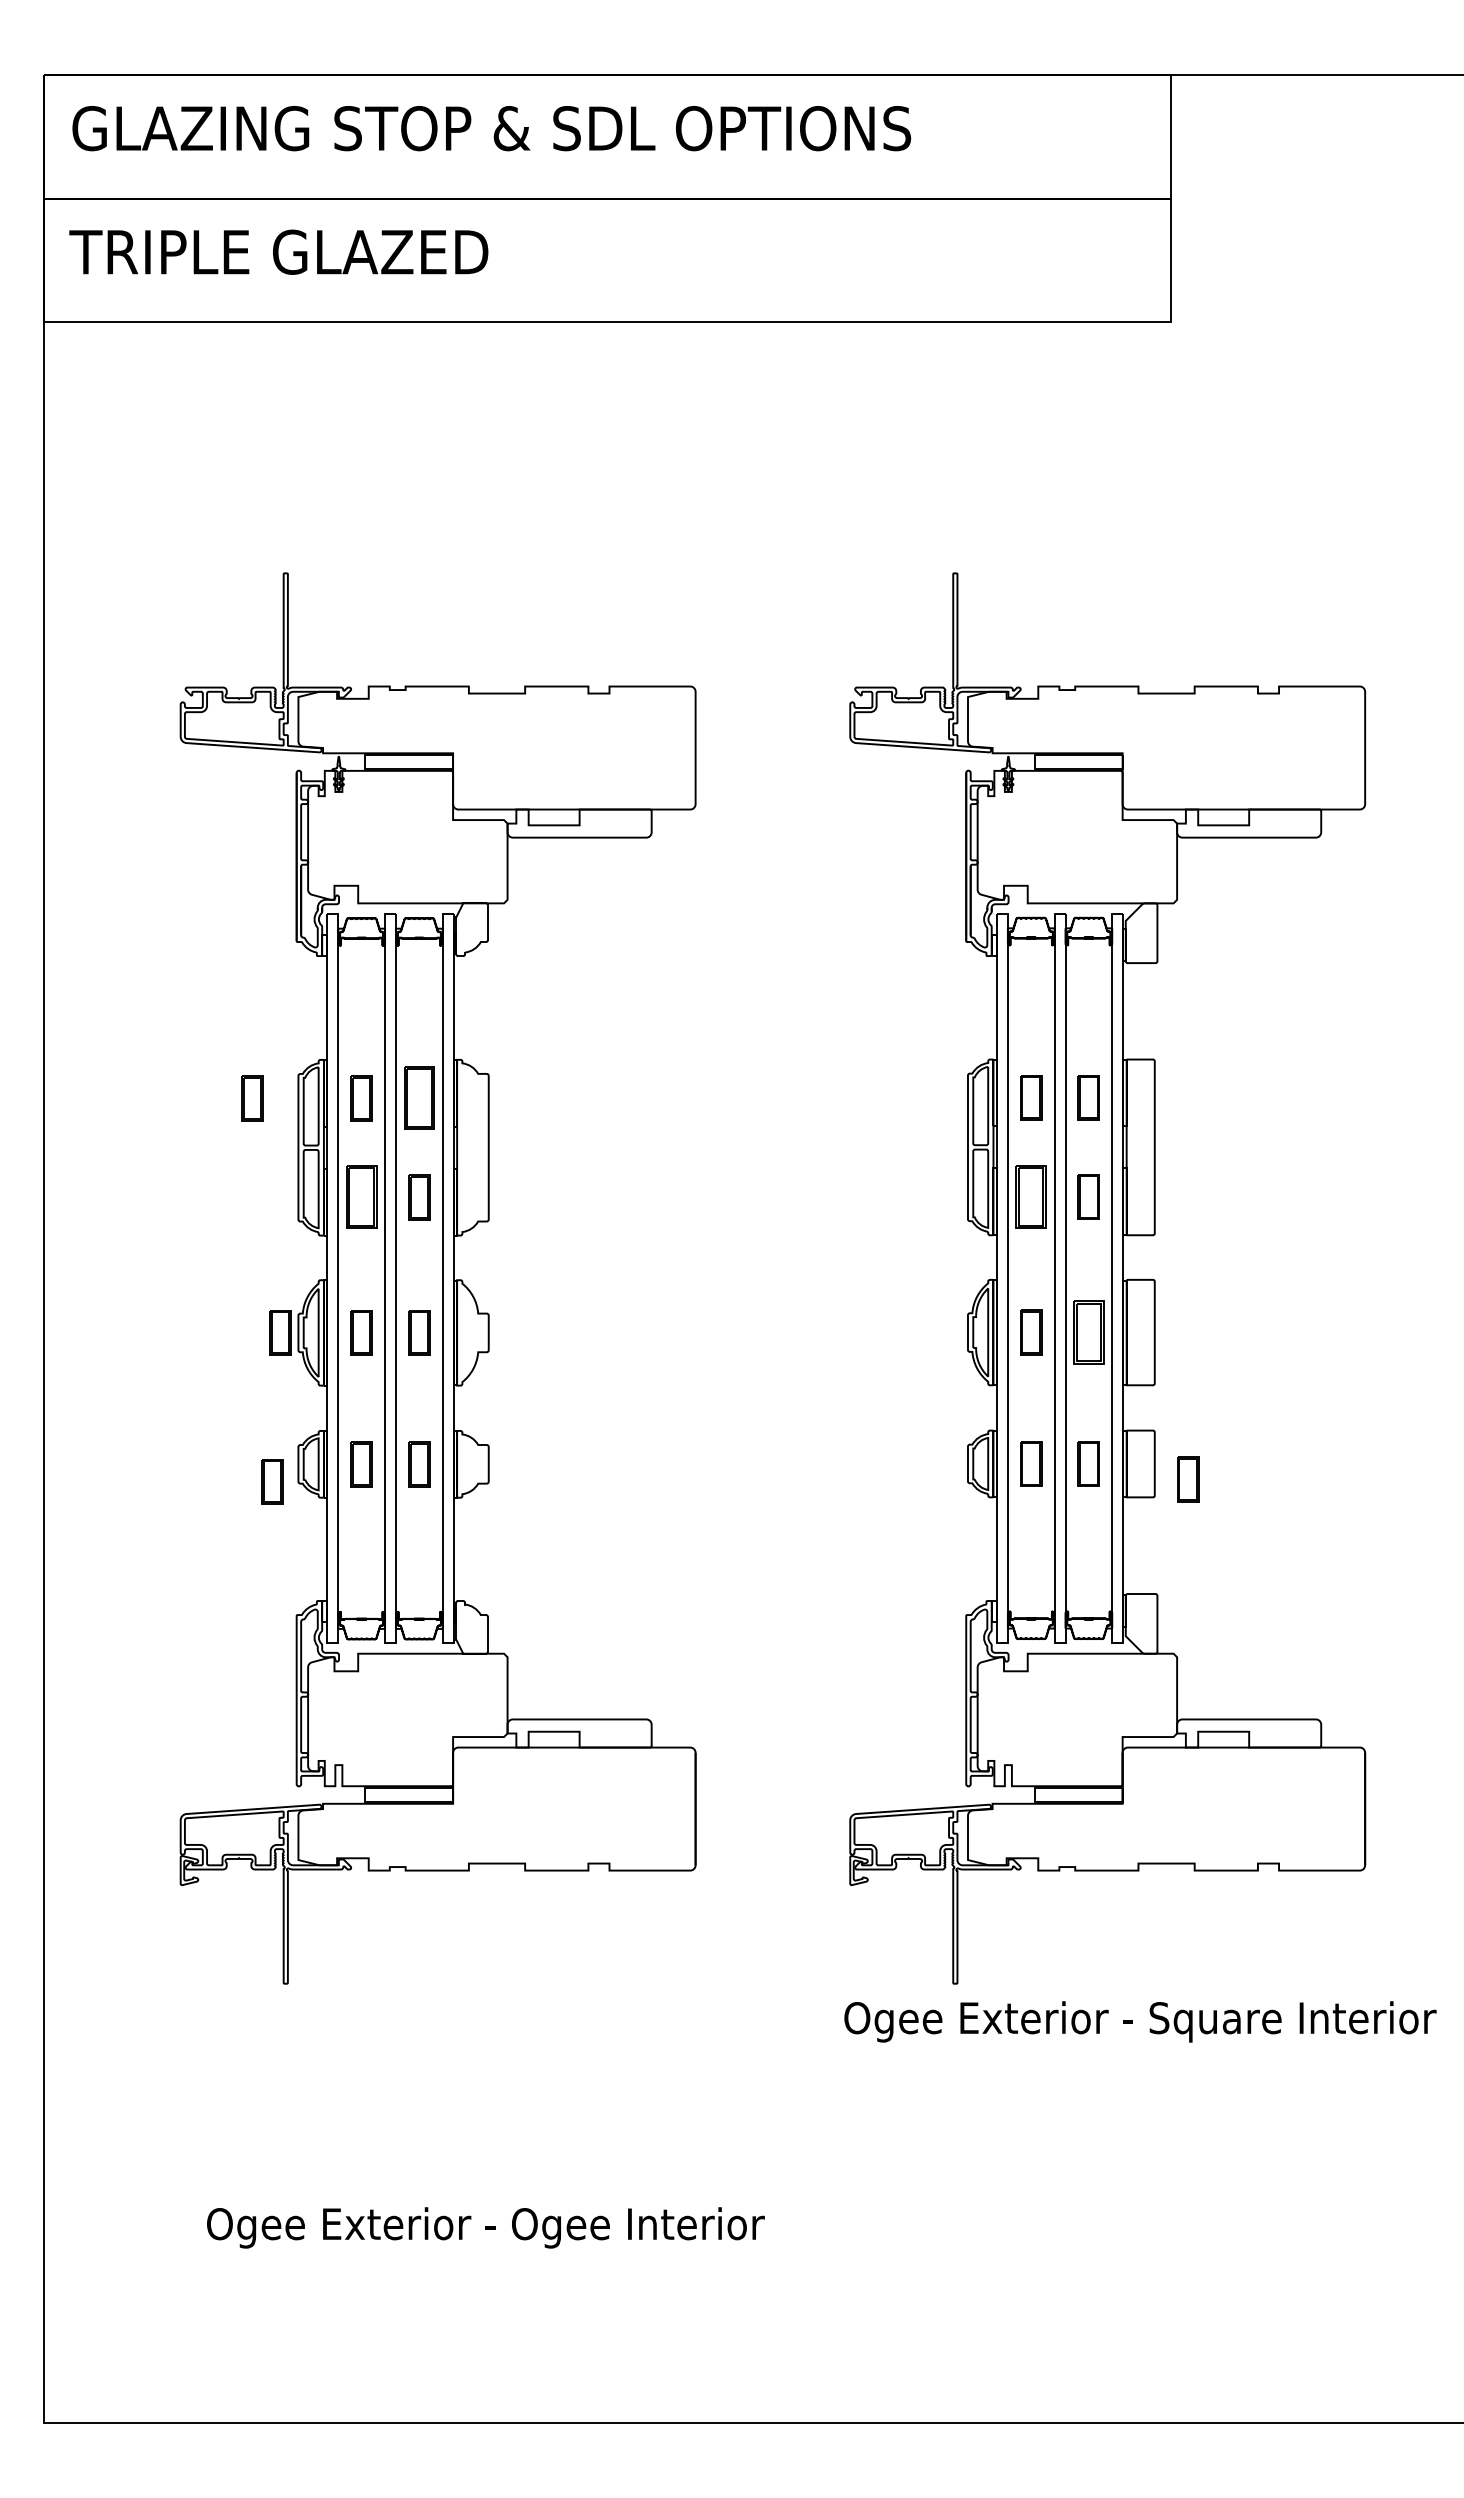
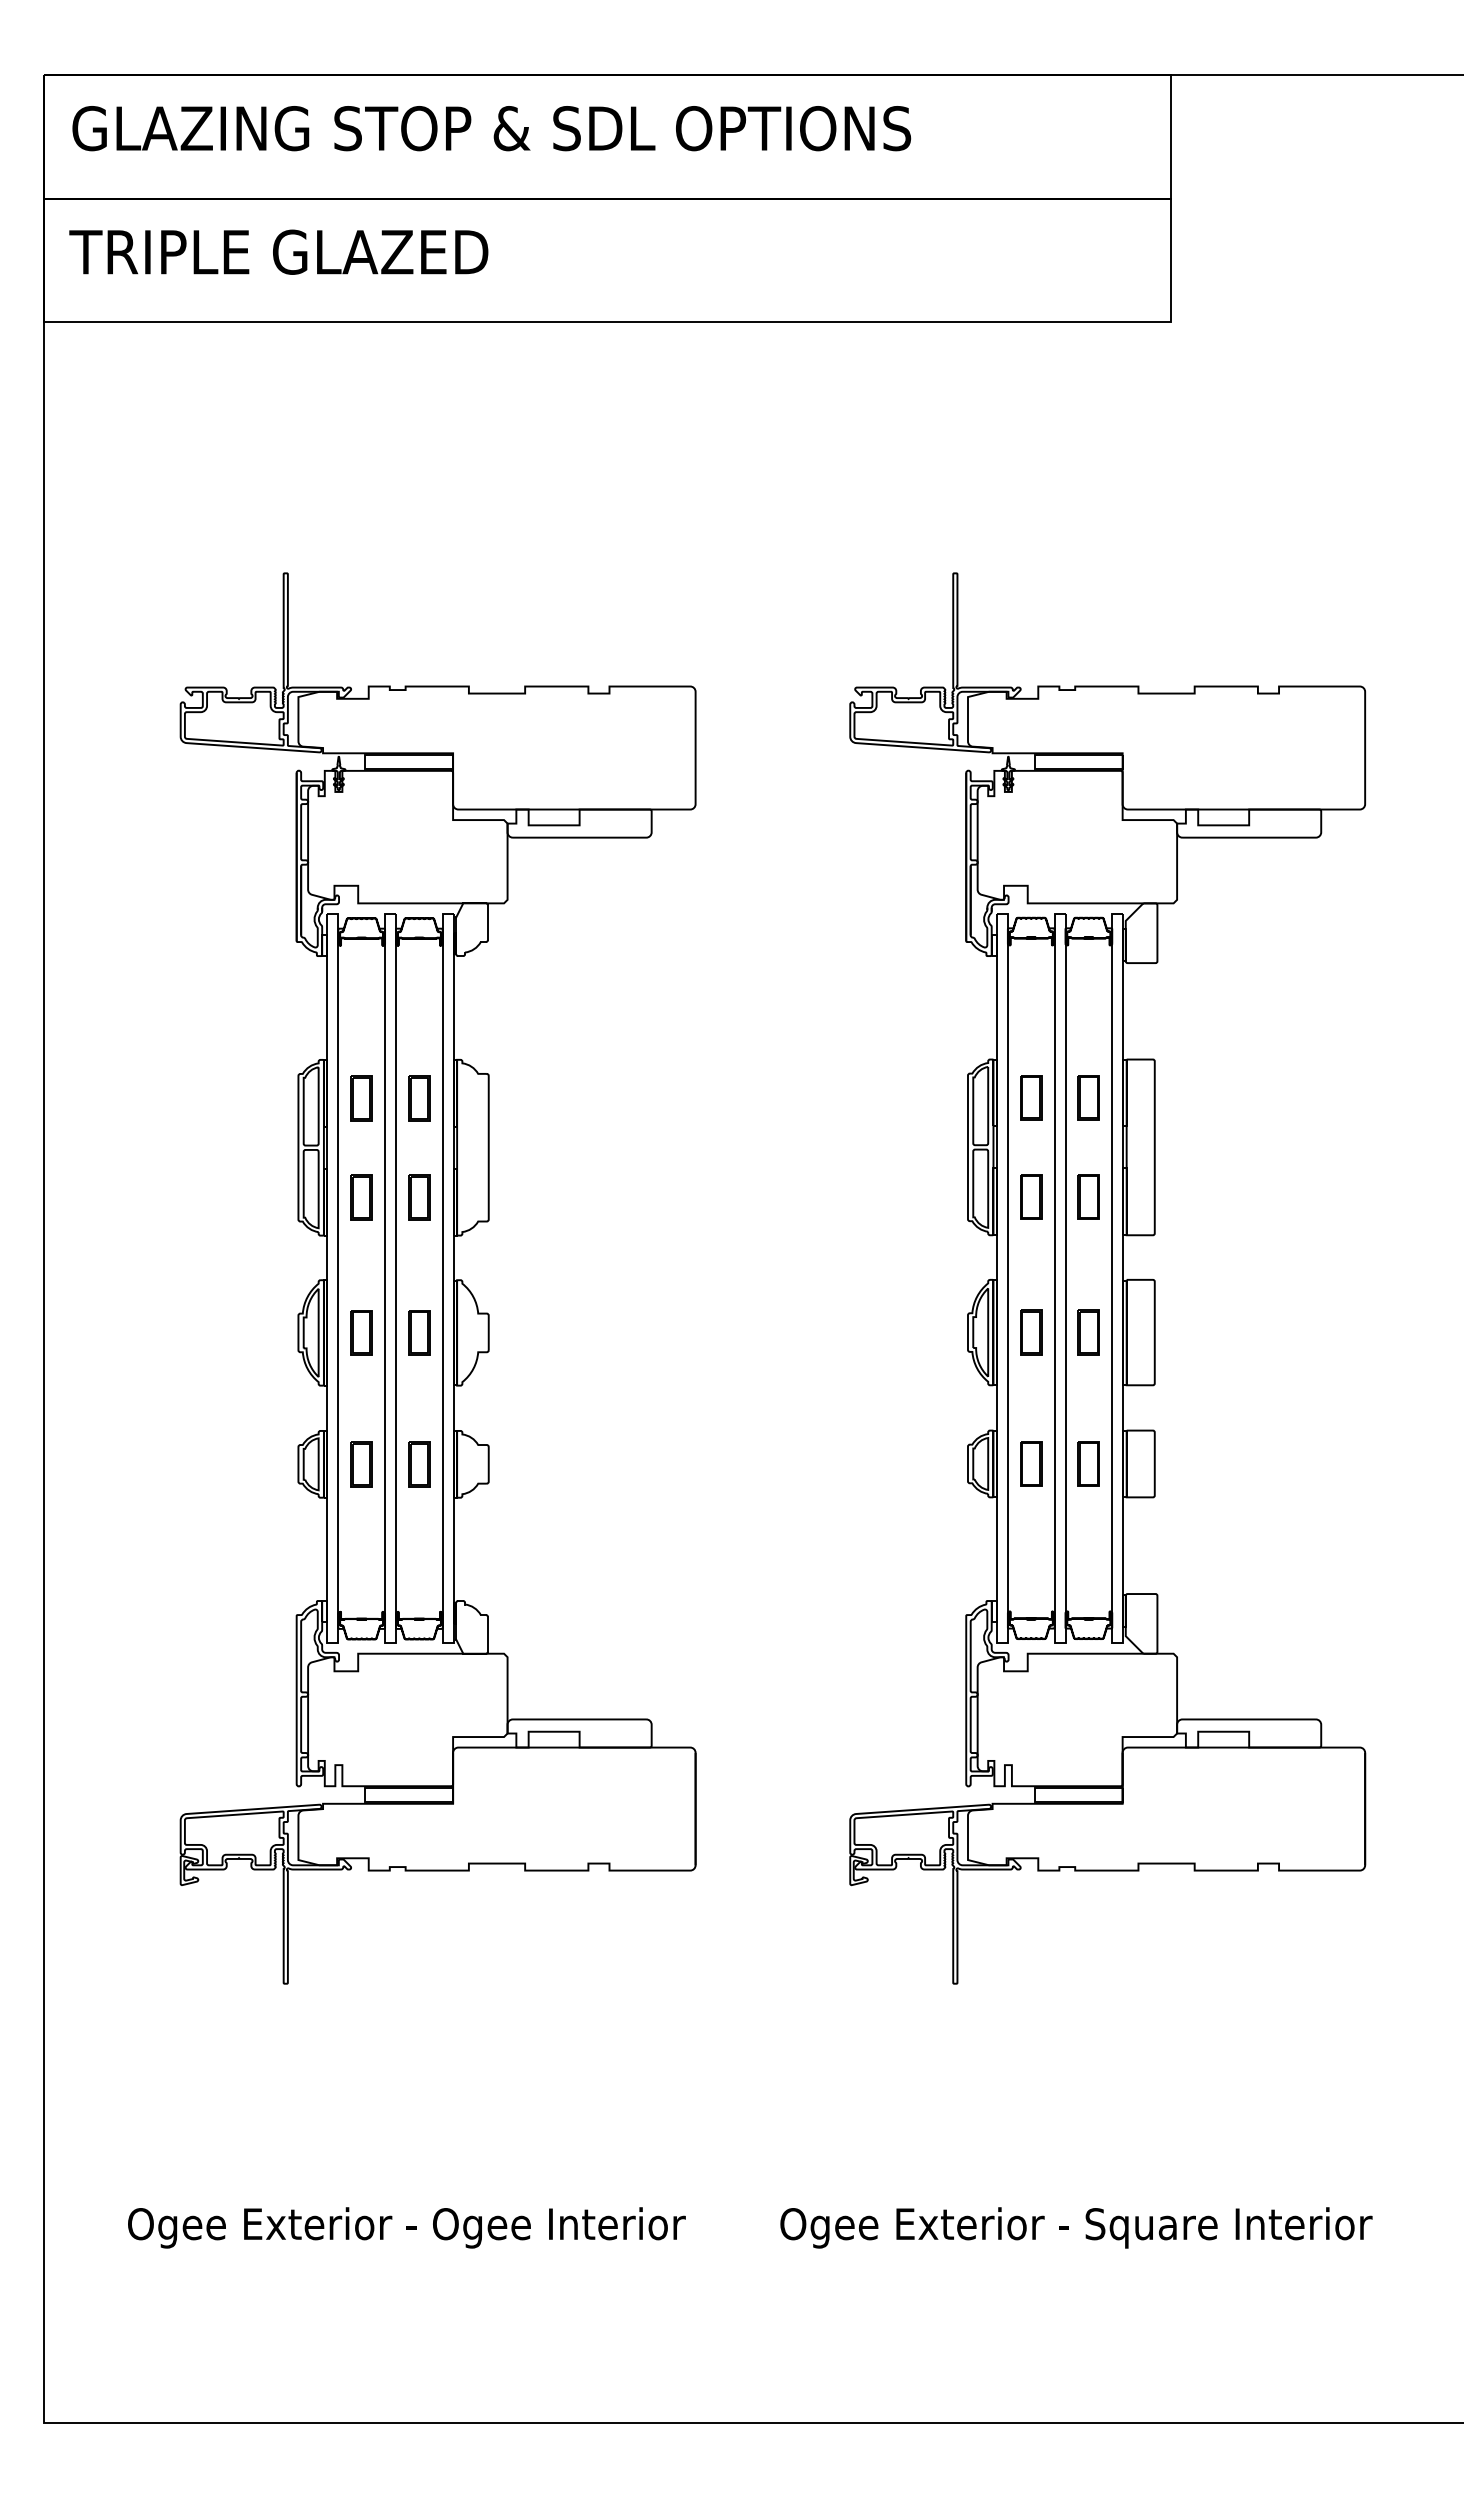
part at (419, 1097) size: 31x64 px -> 23x47 px
part at (252, 1098): present -> none
part at (361, 1196) size: 32x64 px -> 23x47 px
part at (1030, 1196) size: 32x64 px -> 23x46 px
part at (280, 1332): present -> none
part at (1088, 1332) size: 32x65 px -> 23x47 px
part at (1188, 1479): present -> none
part at (272, 1481): present -> none
text at (1140, 2021) position: (1140, 2021) -> (1076, 2227)
text at (485, 2227) position: (485, 2227) -> (406, 2227)
